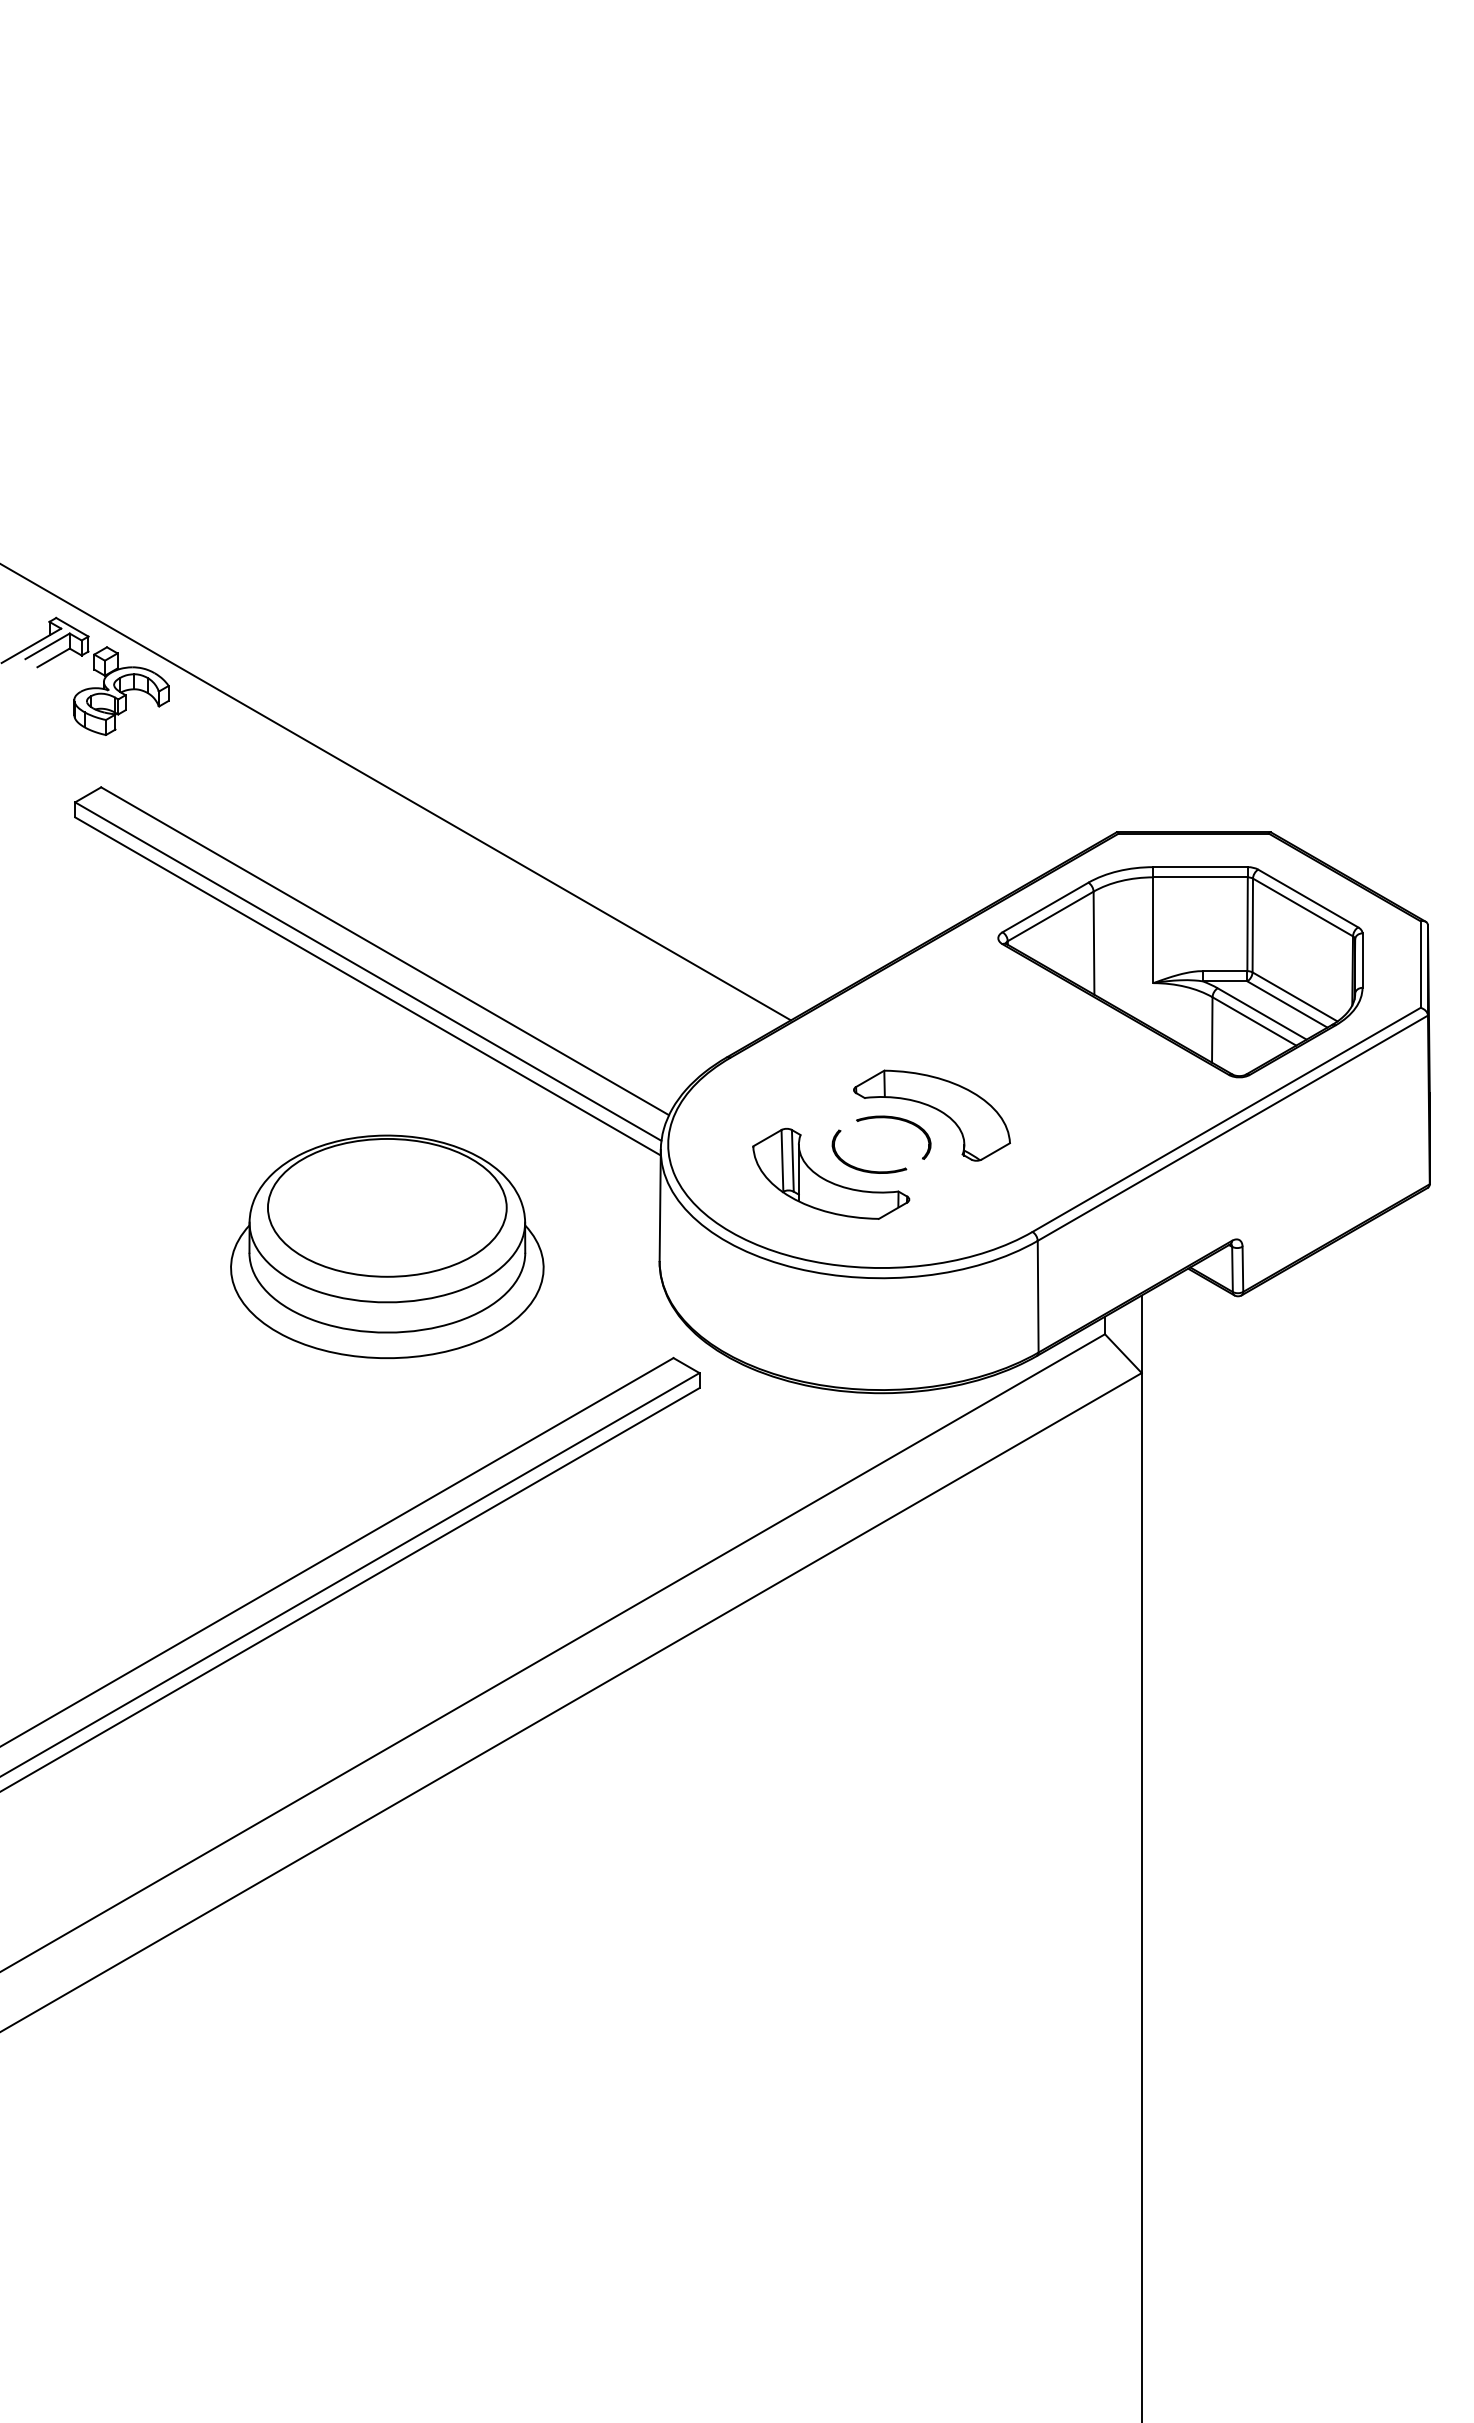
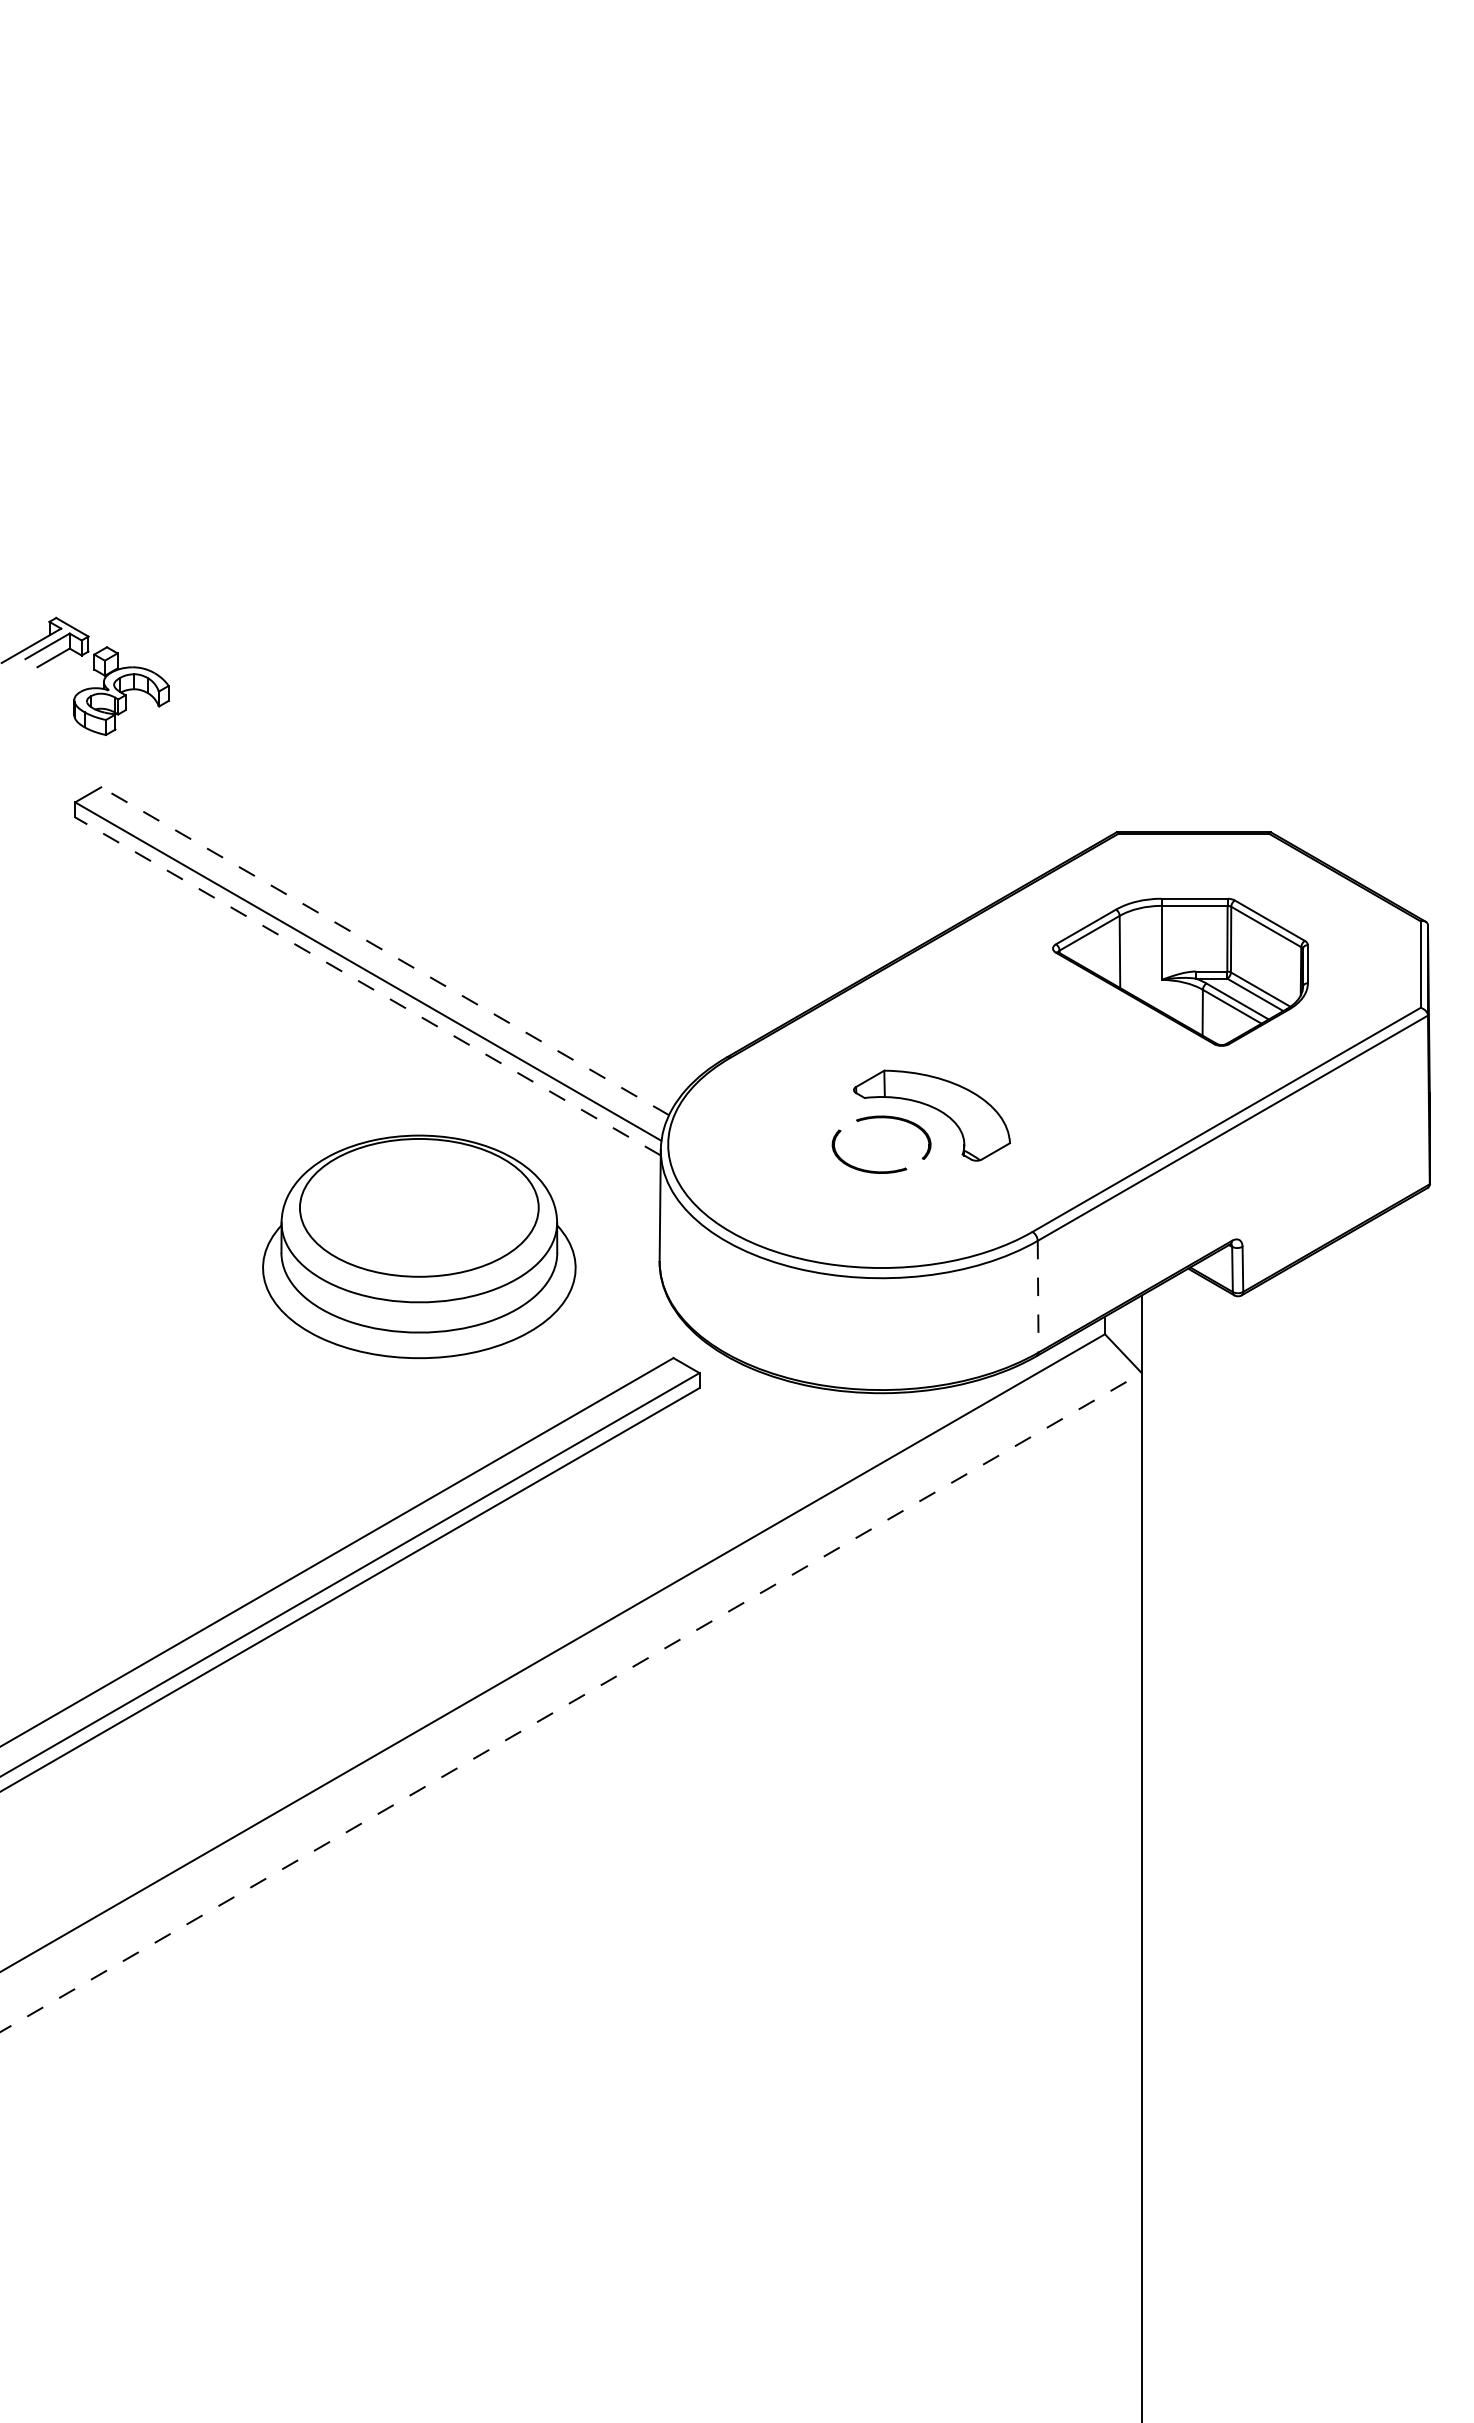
line at (396, 792): present -> none
line at (385, 951): solid -> dashed
part at (1180, 972) size: 367x213 px -> 257x150 px
line at (367, 986): solid -> dashed
part at (827, 1179): present -> none
part at (387, 1246) position: (387, 1246) -> (419, 1246)
line at (1038, 1296): solid -> dashed
line at (571, 1702): solid -> dashed
